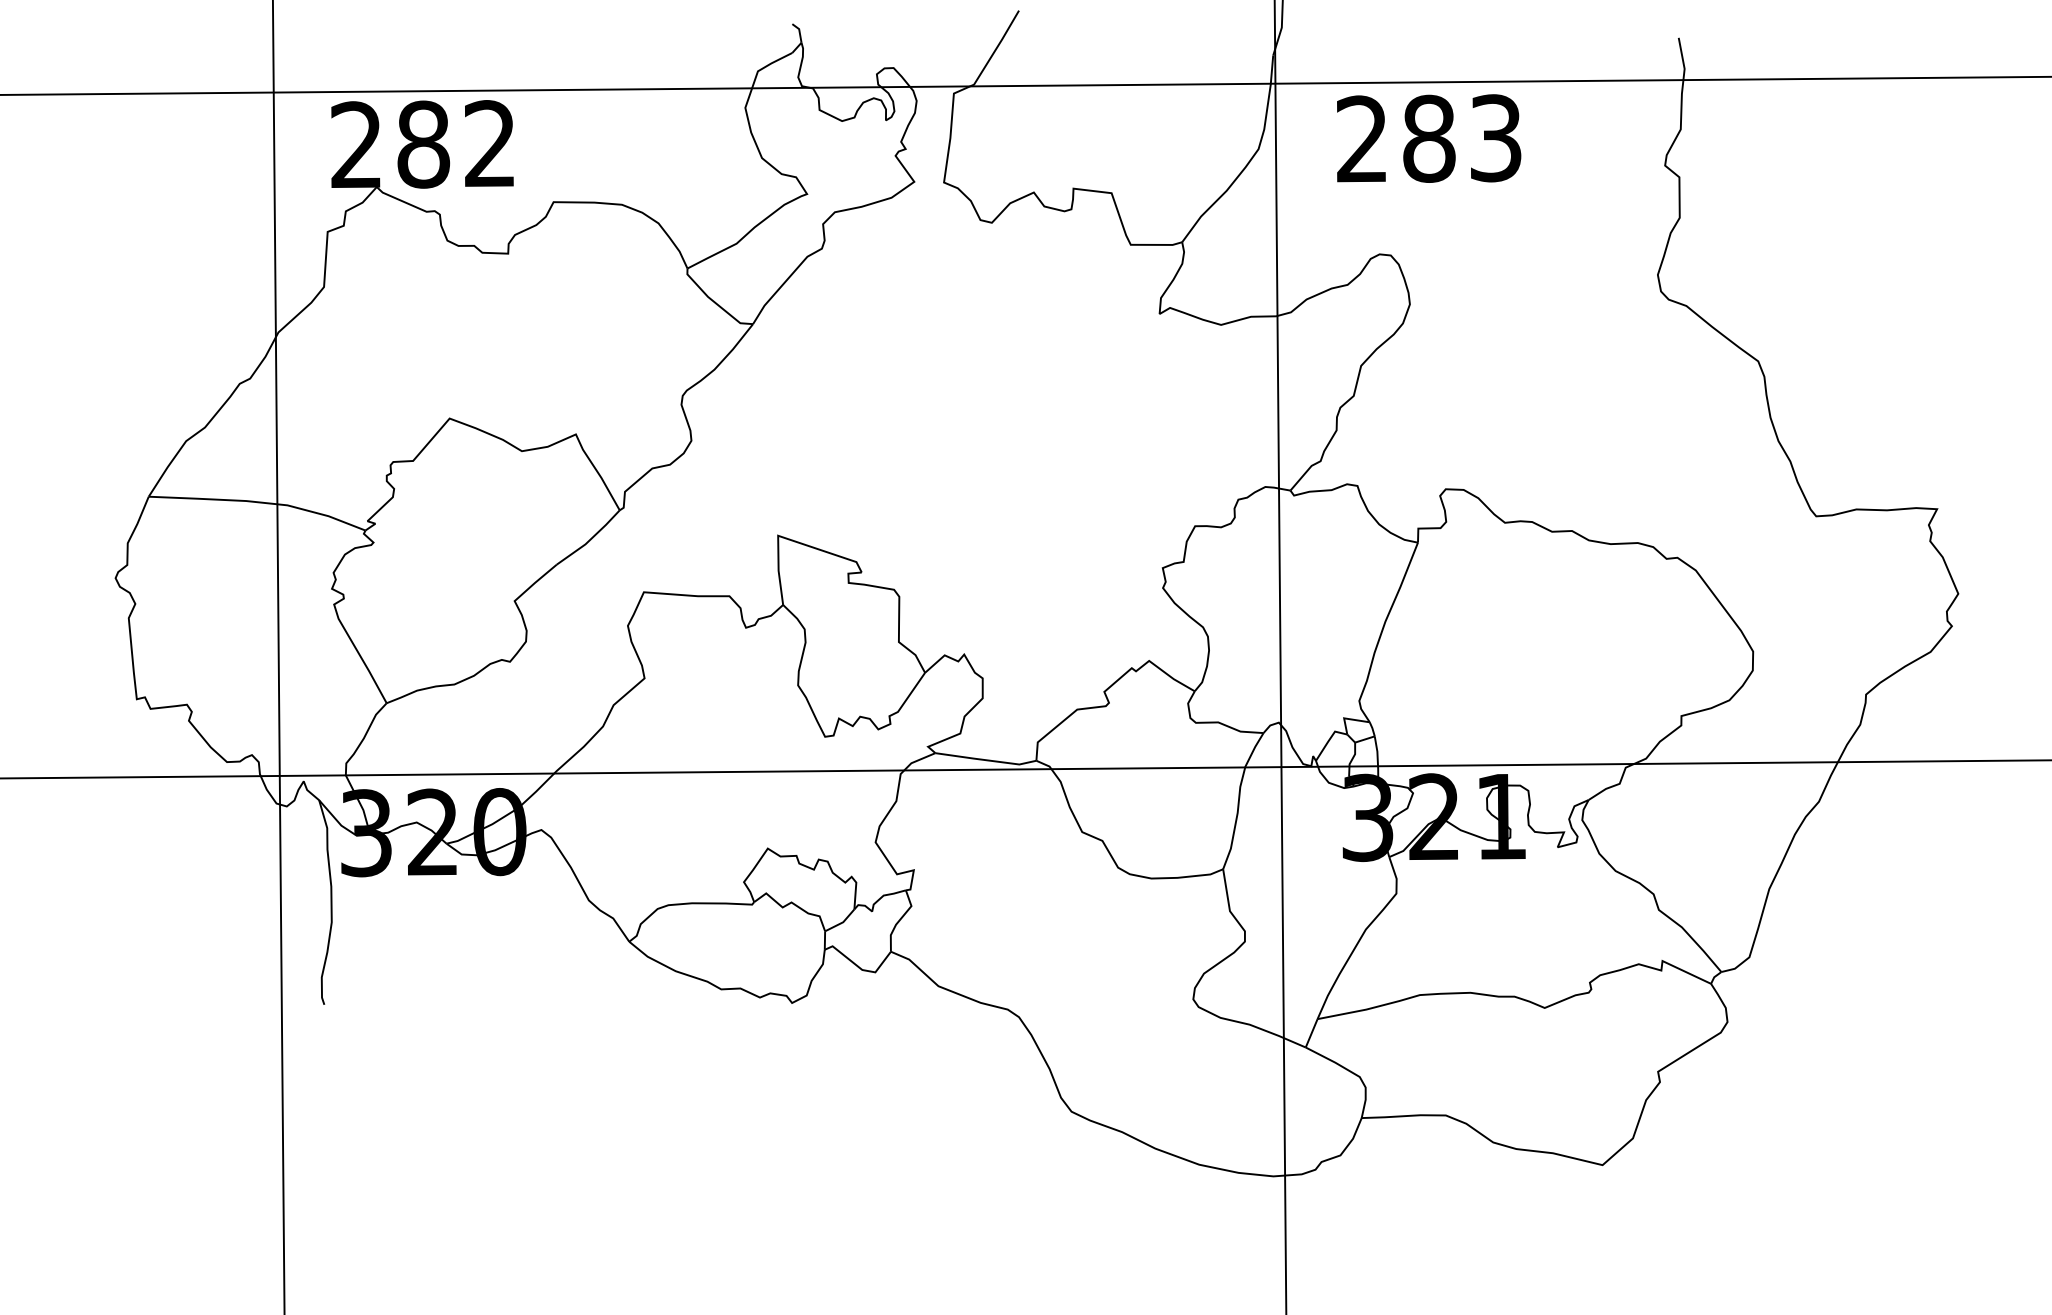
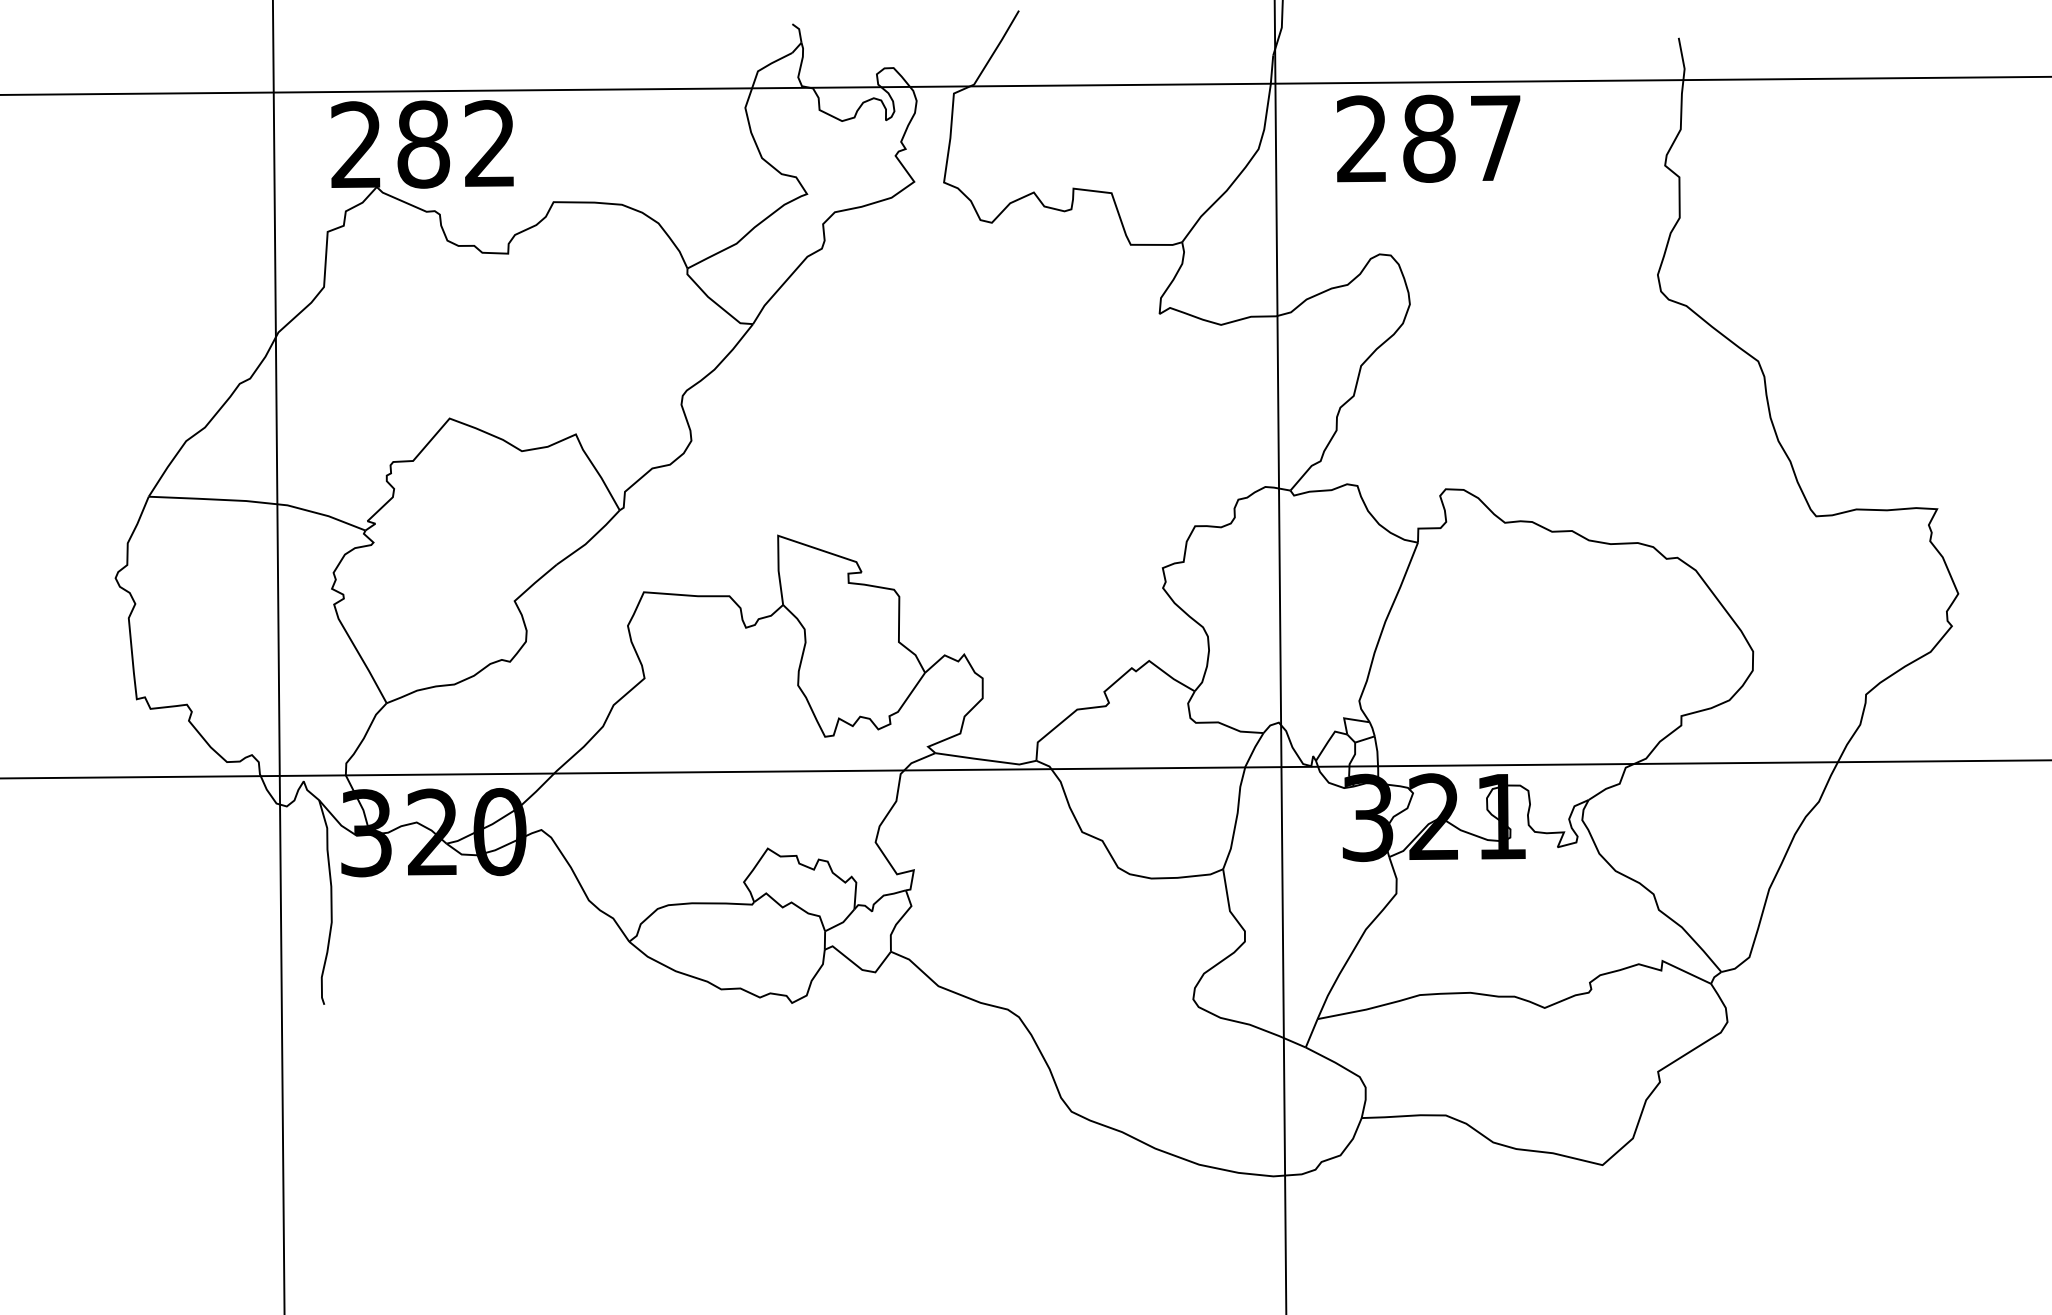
text at (1496, 138): 283 -> 287
